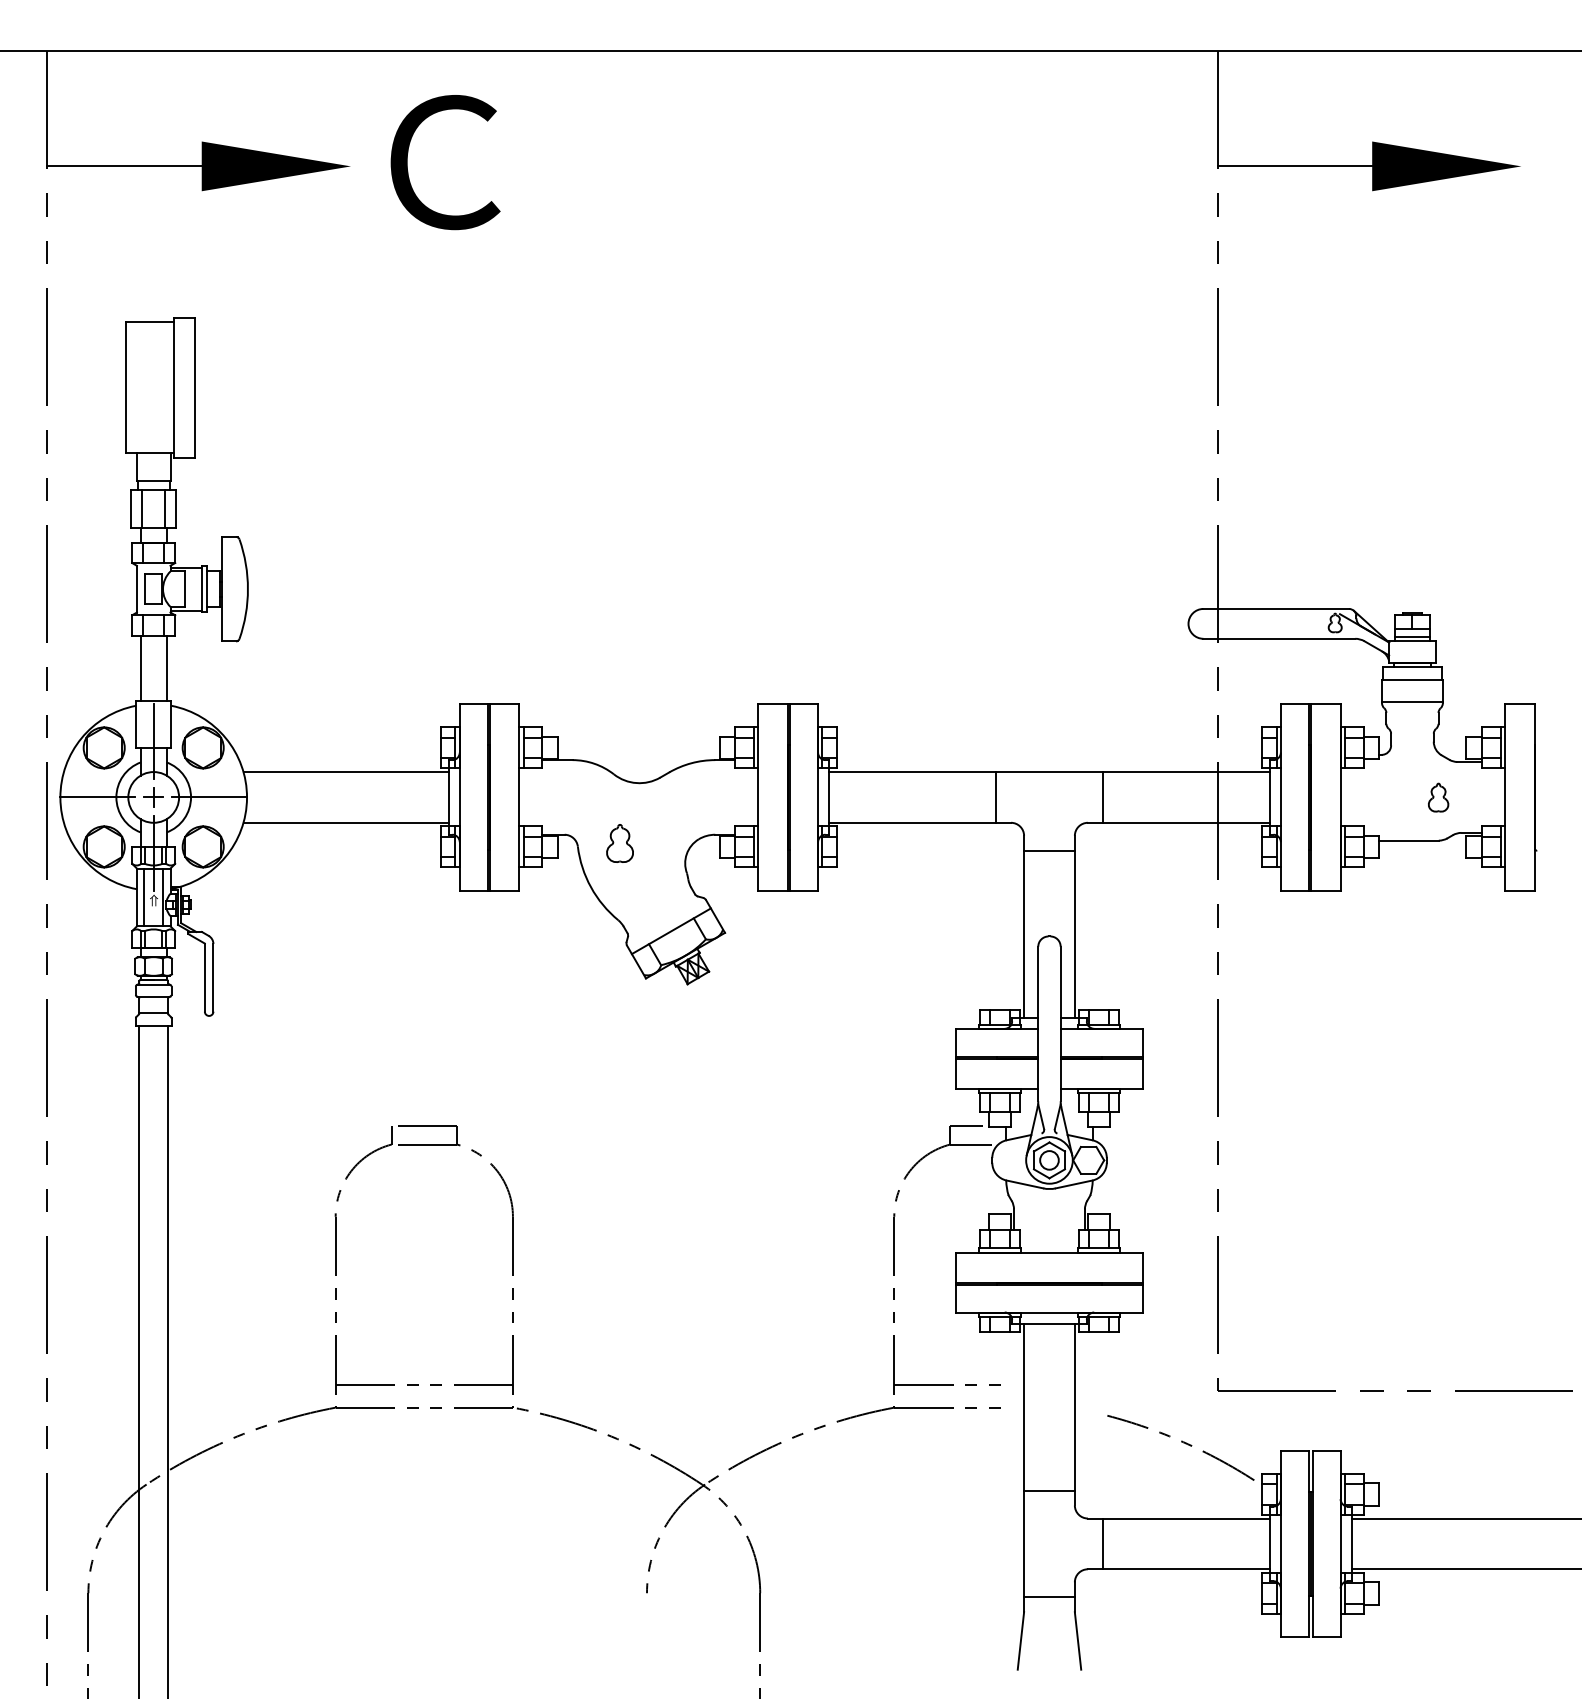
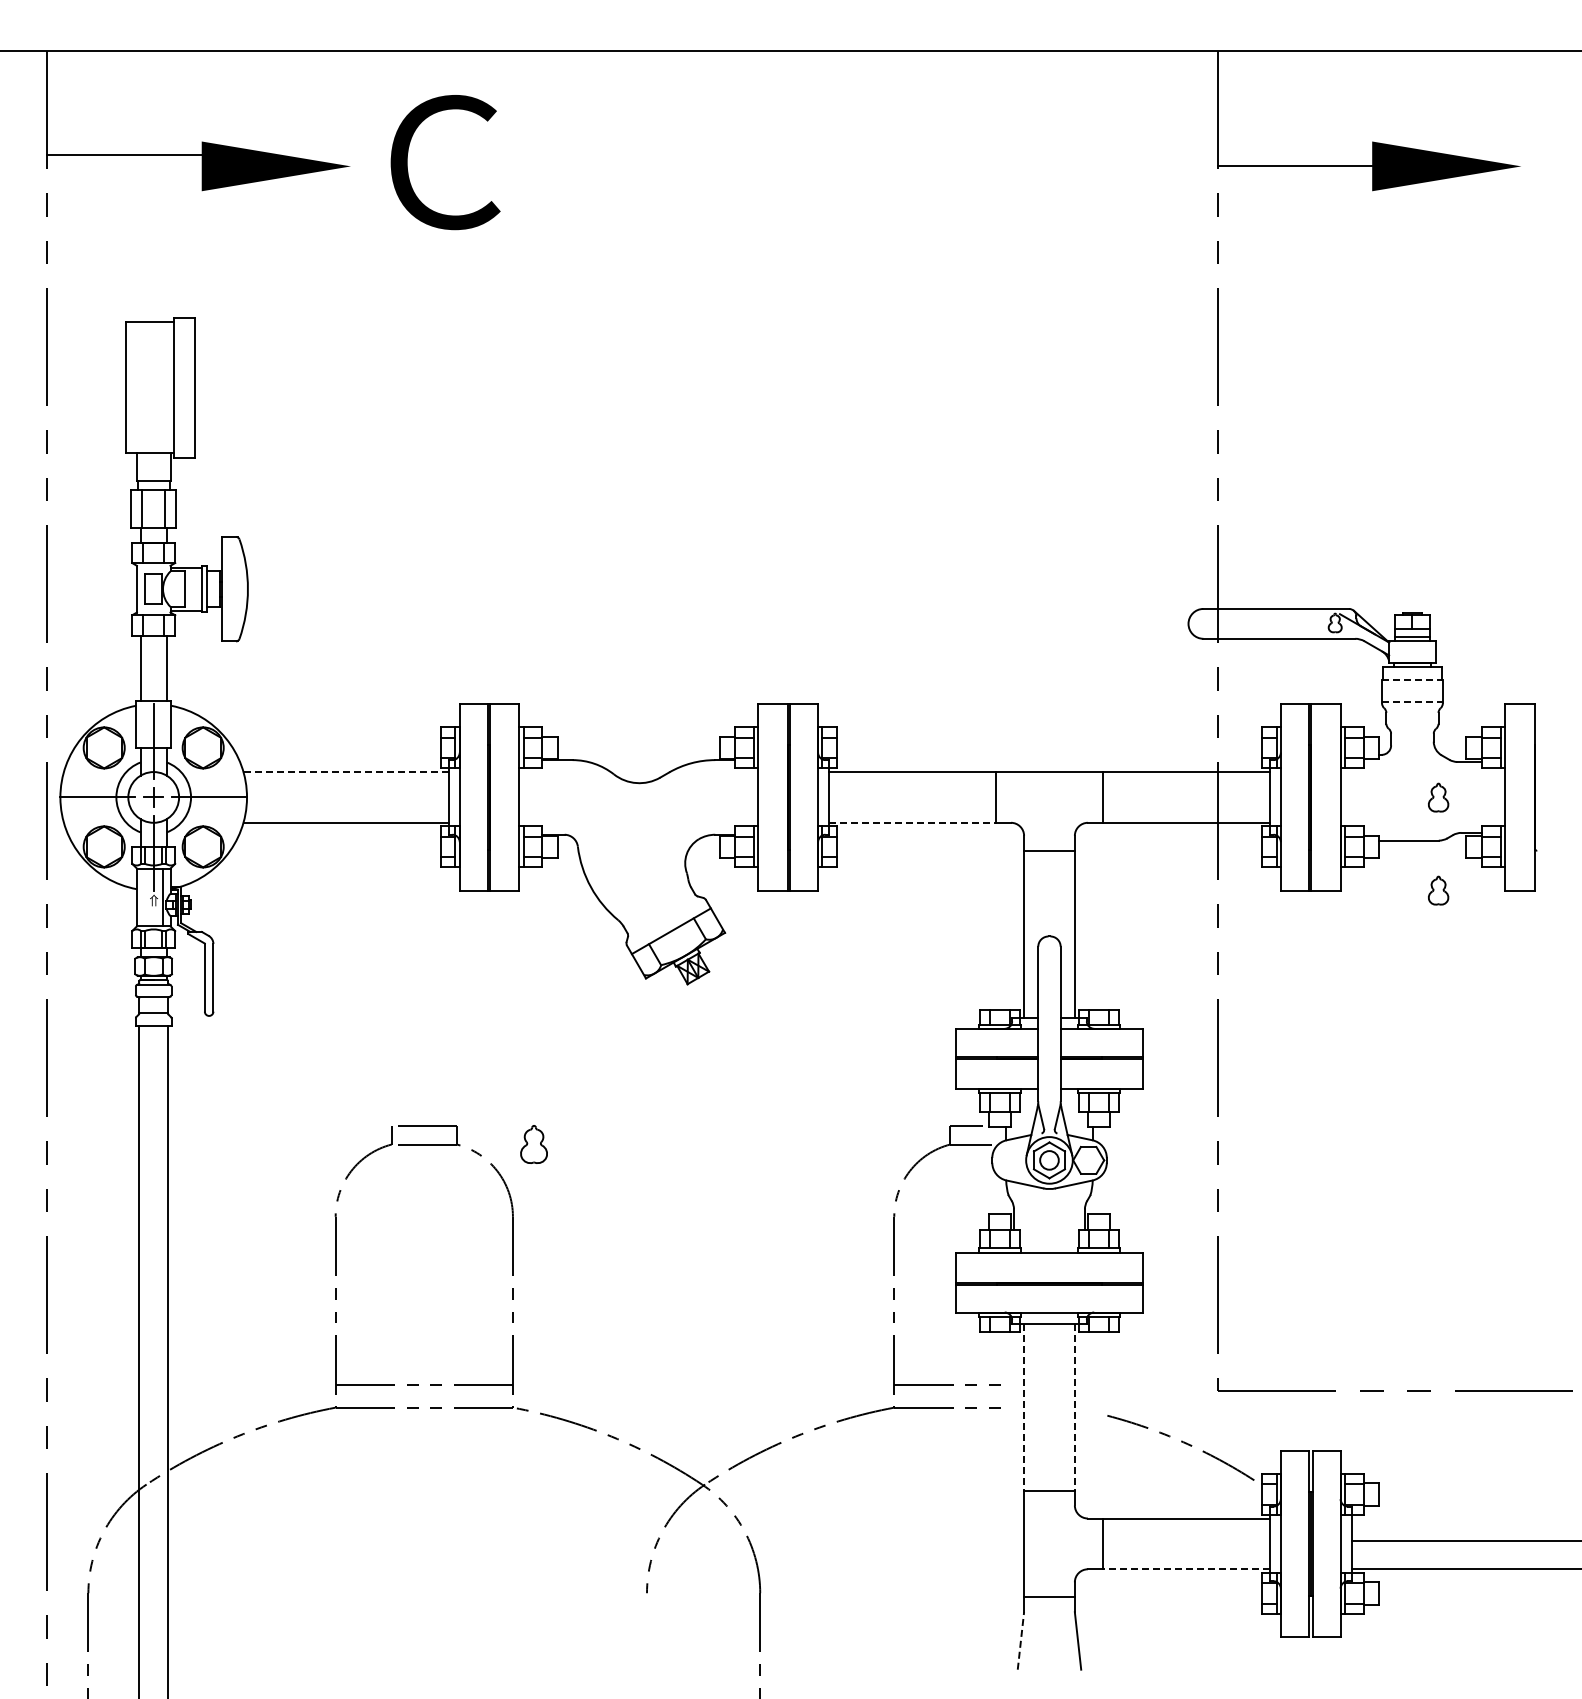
line at (124, 166) position: (124, 166) -> (124, 155)
line at (1412, 679): solid -> dashed
line at (1412, 701): solid -> dashed
line at (346, 772): solid -> dashed
line at (913, 822): solid -> dashed
part at (619, 843) position: (619, 843) -> (533, 1144)
part at (1438, 890): none -> present
line at (144, 897): present -> none
line at (1024, 1407): solid -> dashed
line at (1074, 1407): solid -> dashed
line at (1464, 1518) position: (1464, 1518) -> (1464, 1540)
line at (1185, 1569): solid -> dashed
line at (1020, 1640): solid -> dashed
